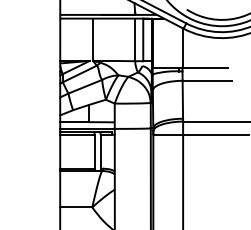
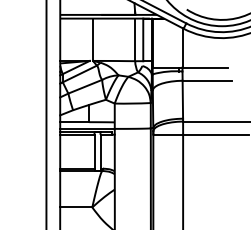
line at (46, 114): none -> present
